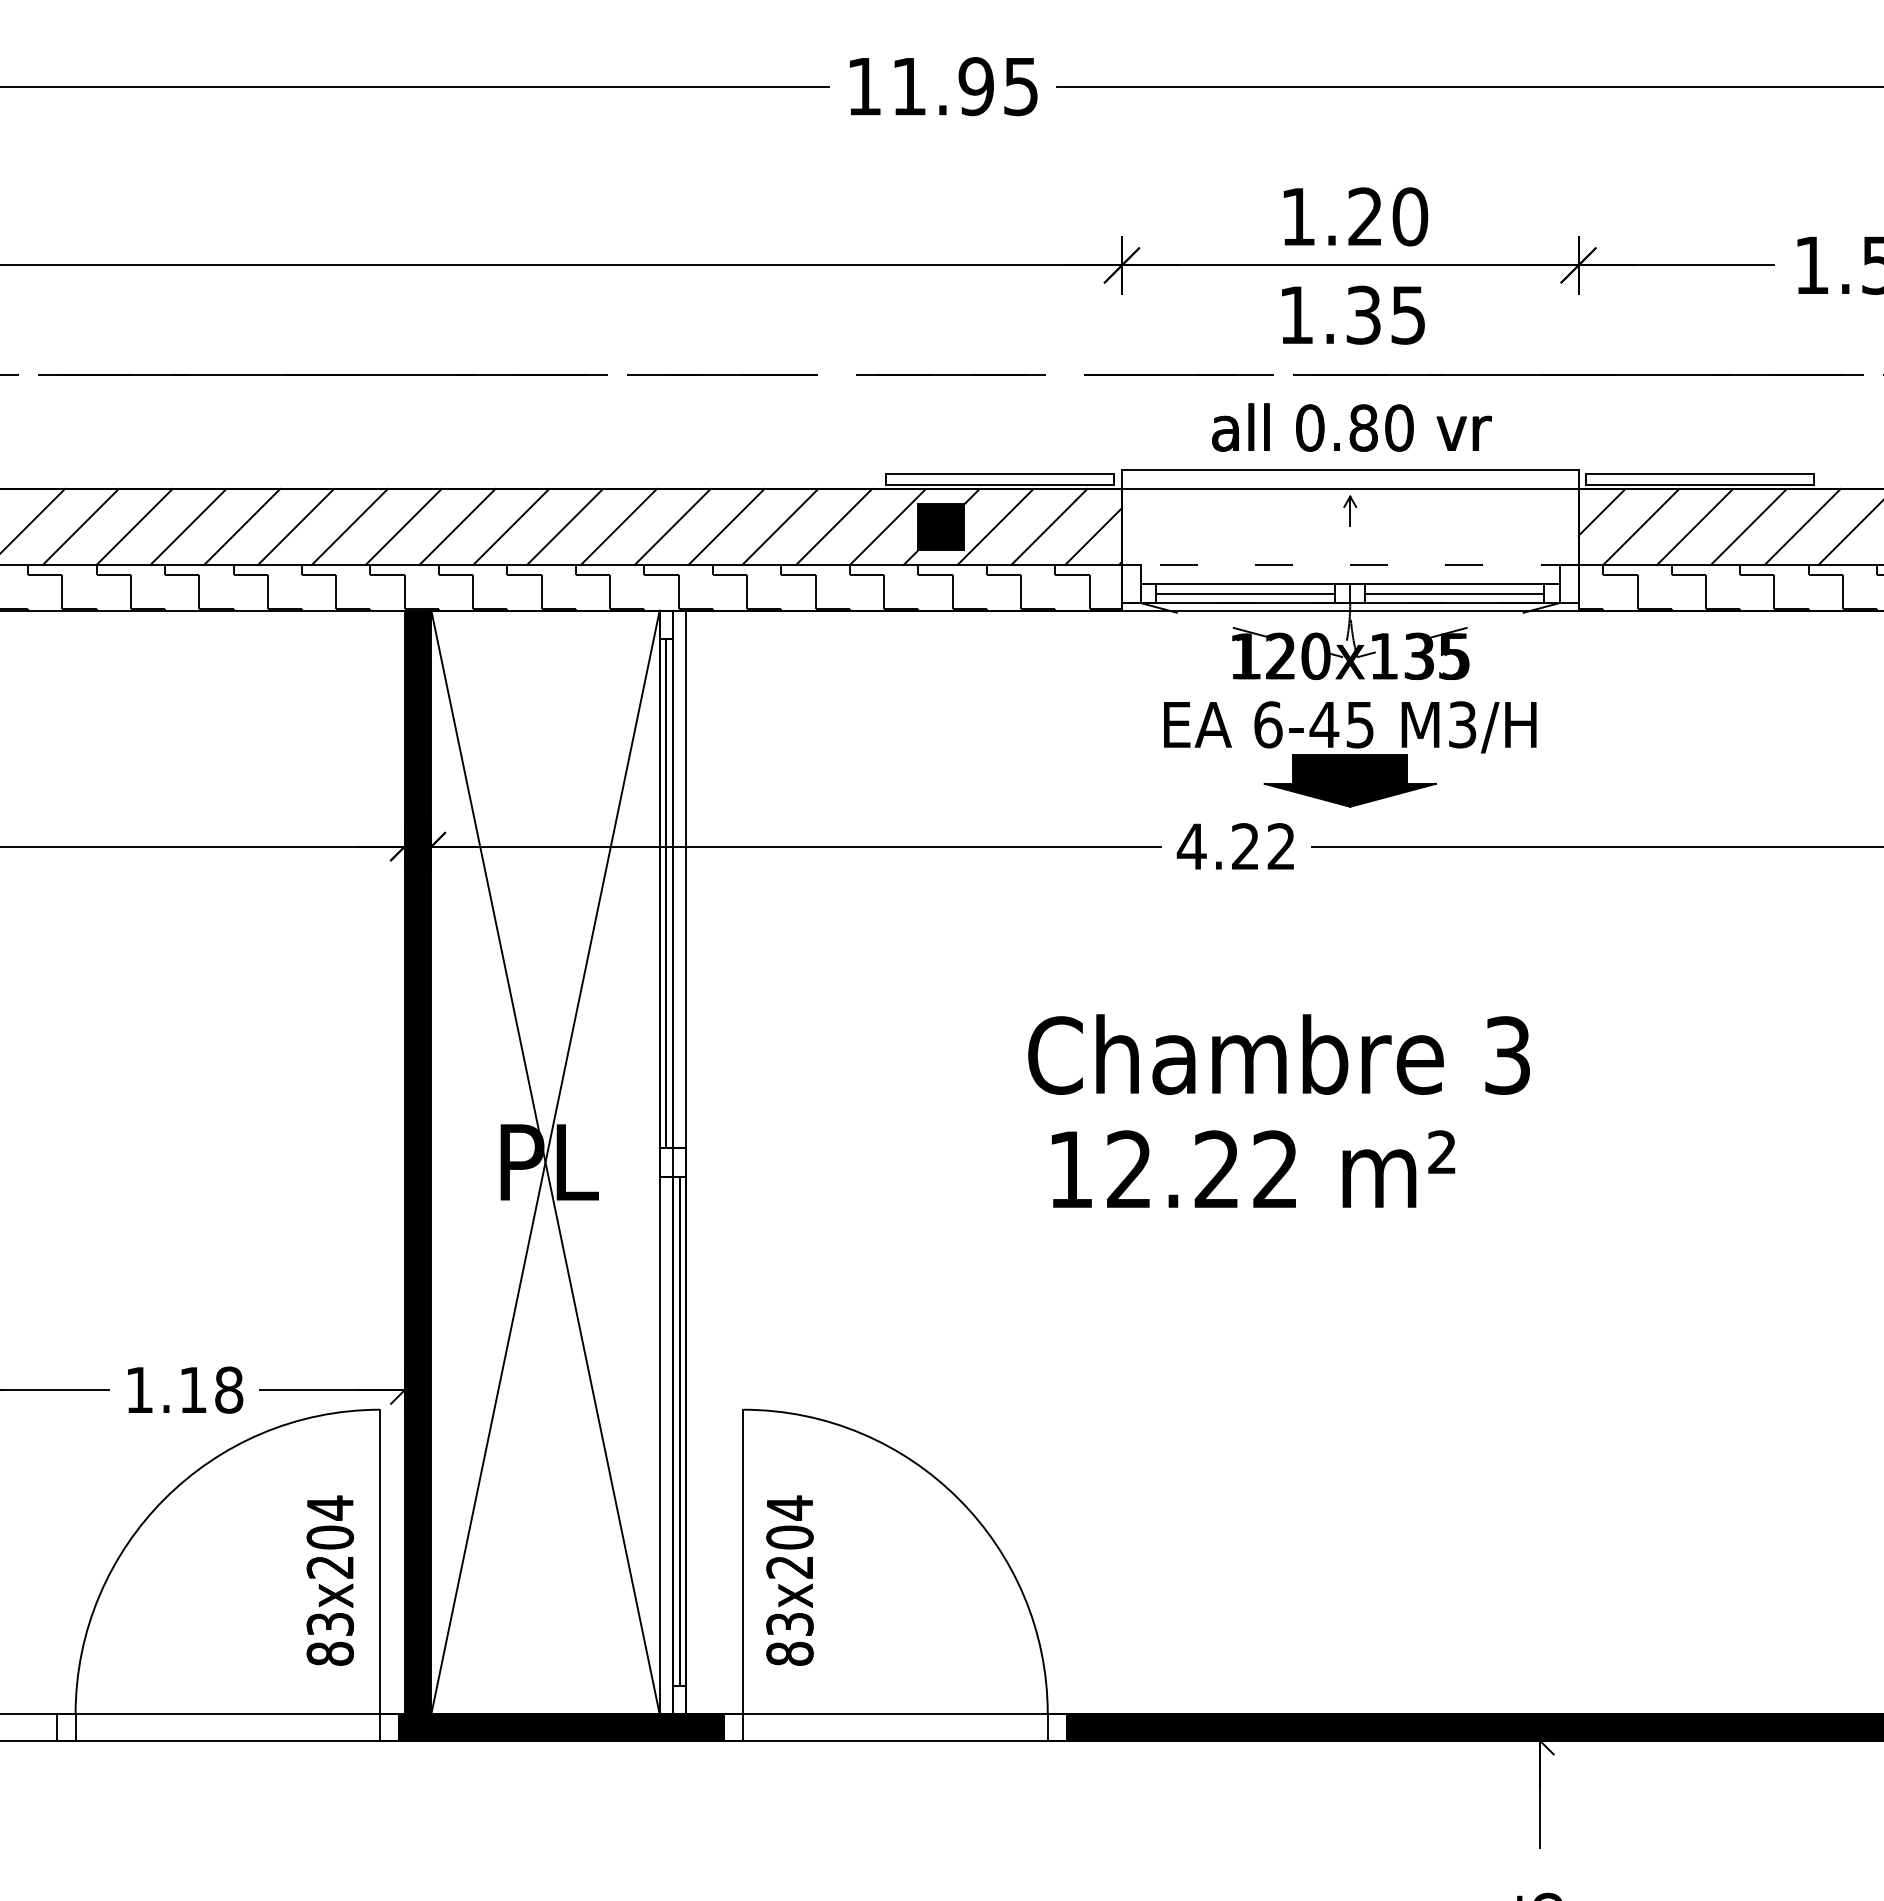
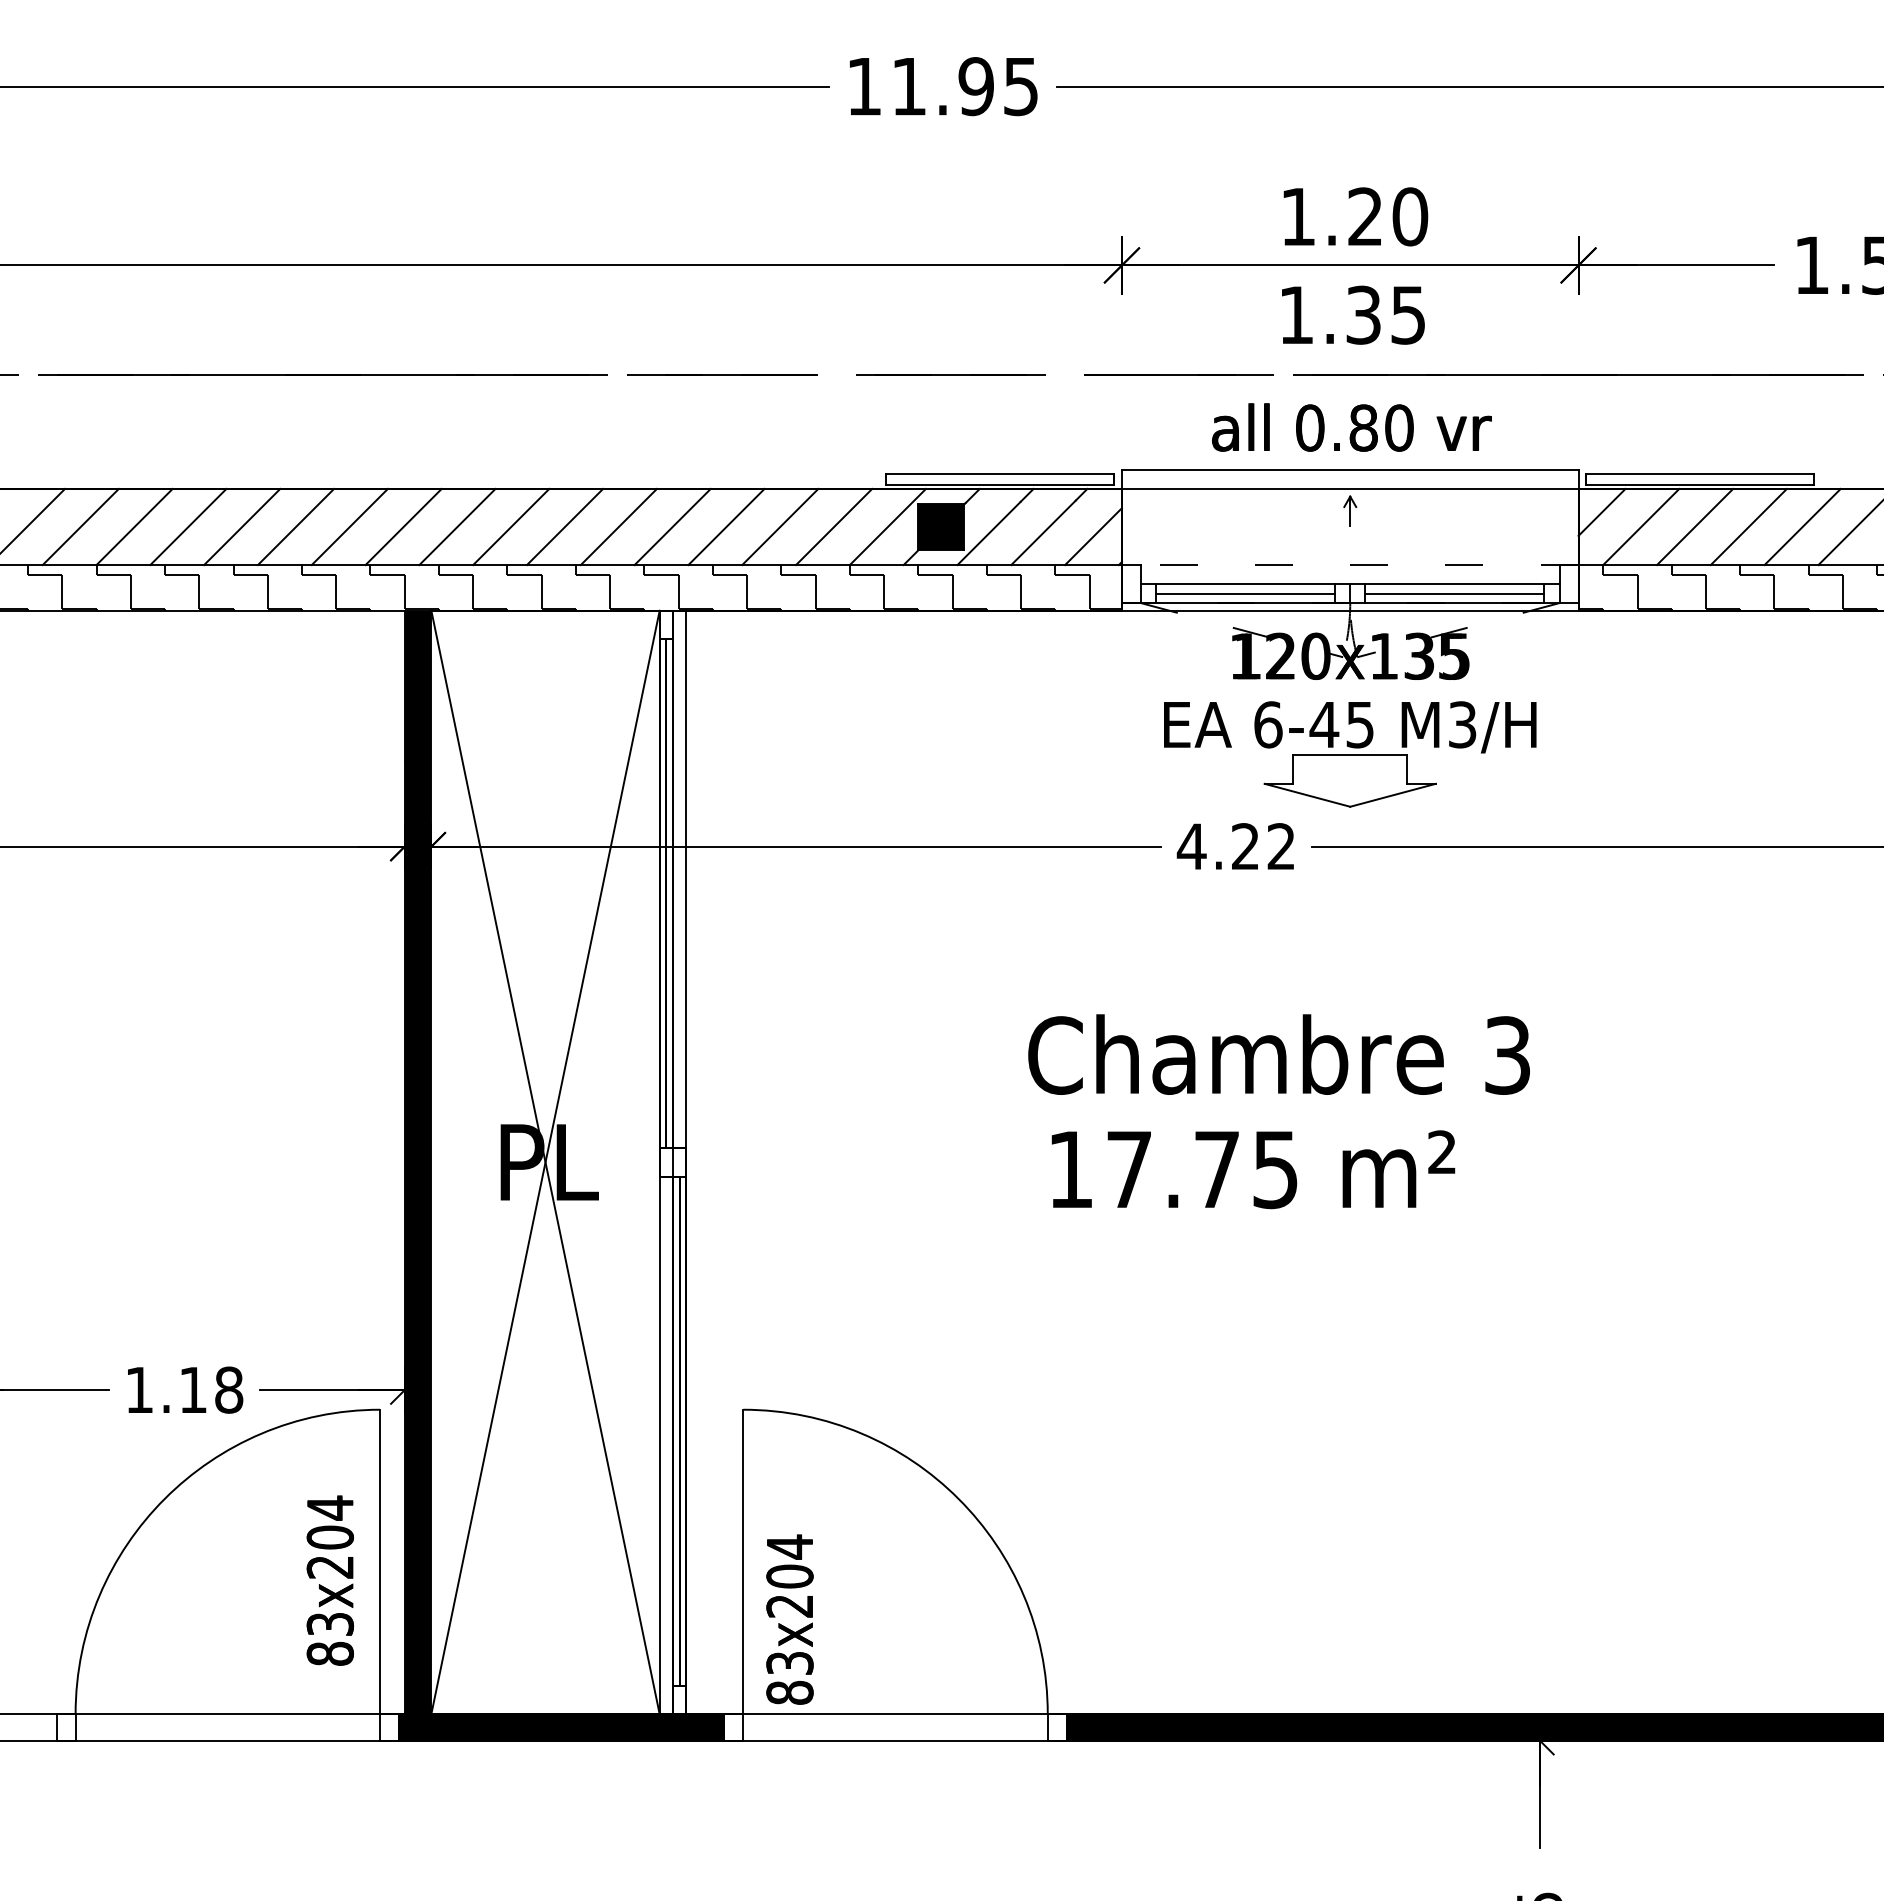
fill at (1349, 780): present -> none
text at (1202, 1169): 12.22 -> 17.75
text at (789, 1580) position: (789, 1580) -> (789, 1619)
